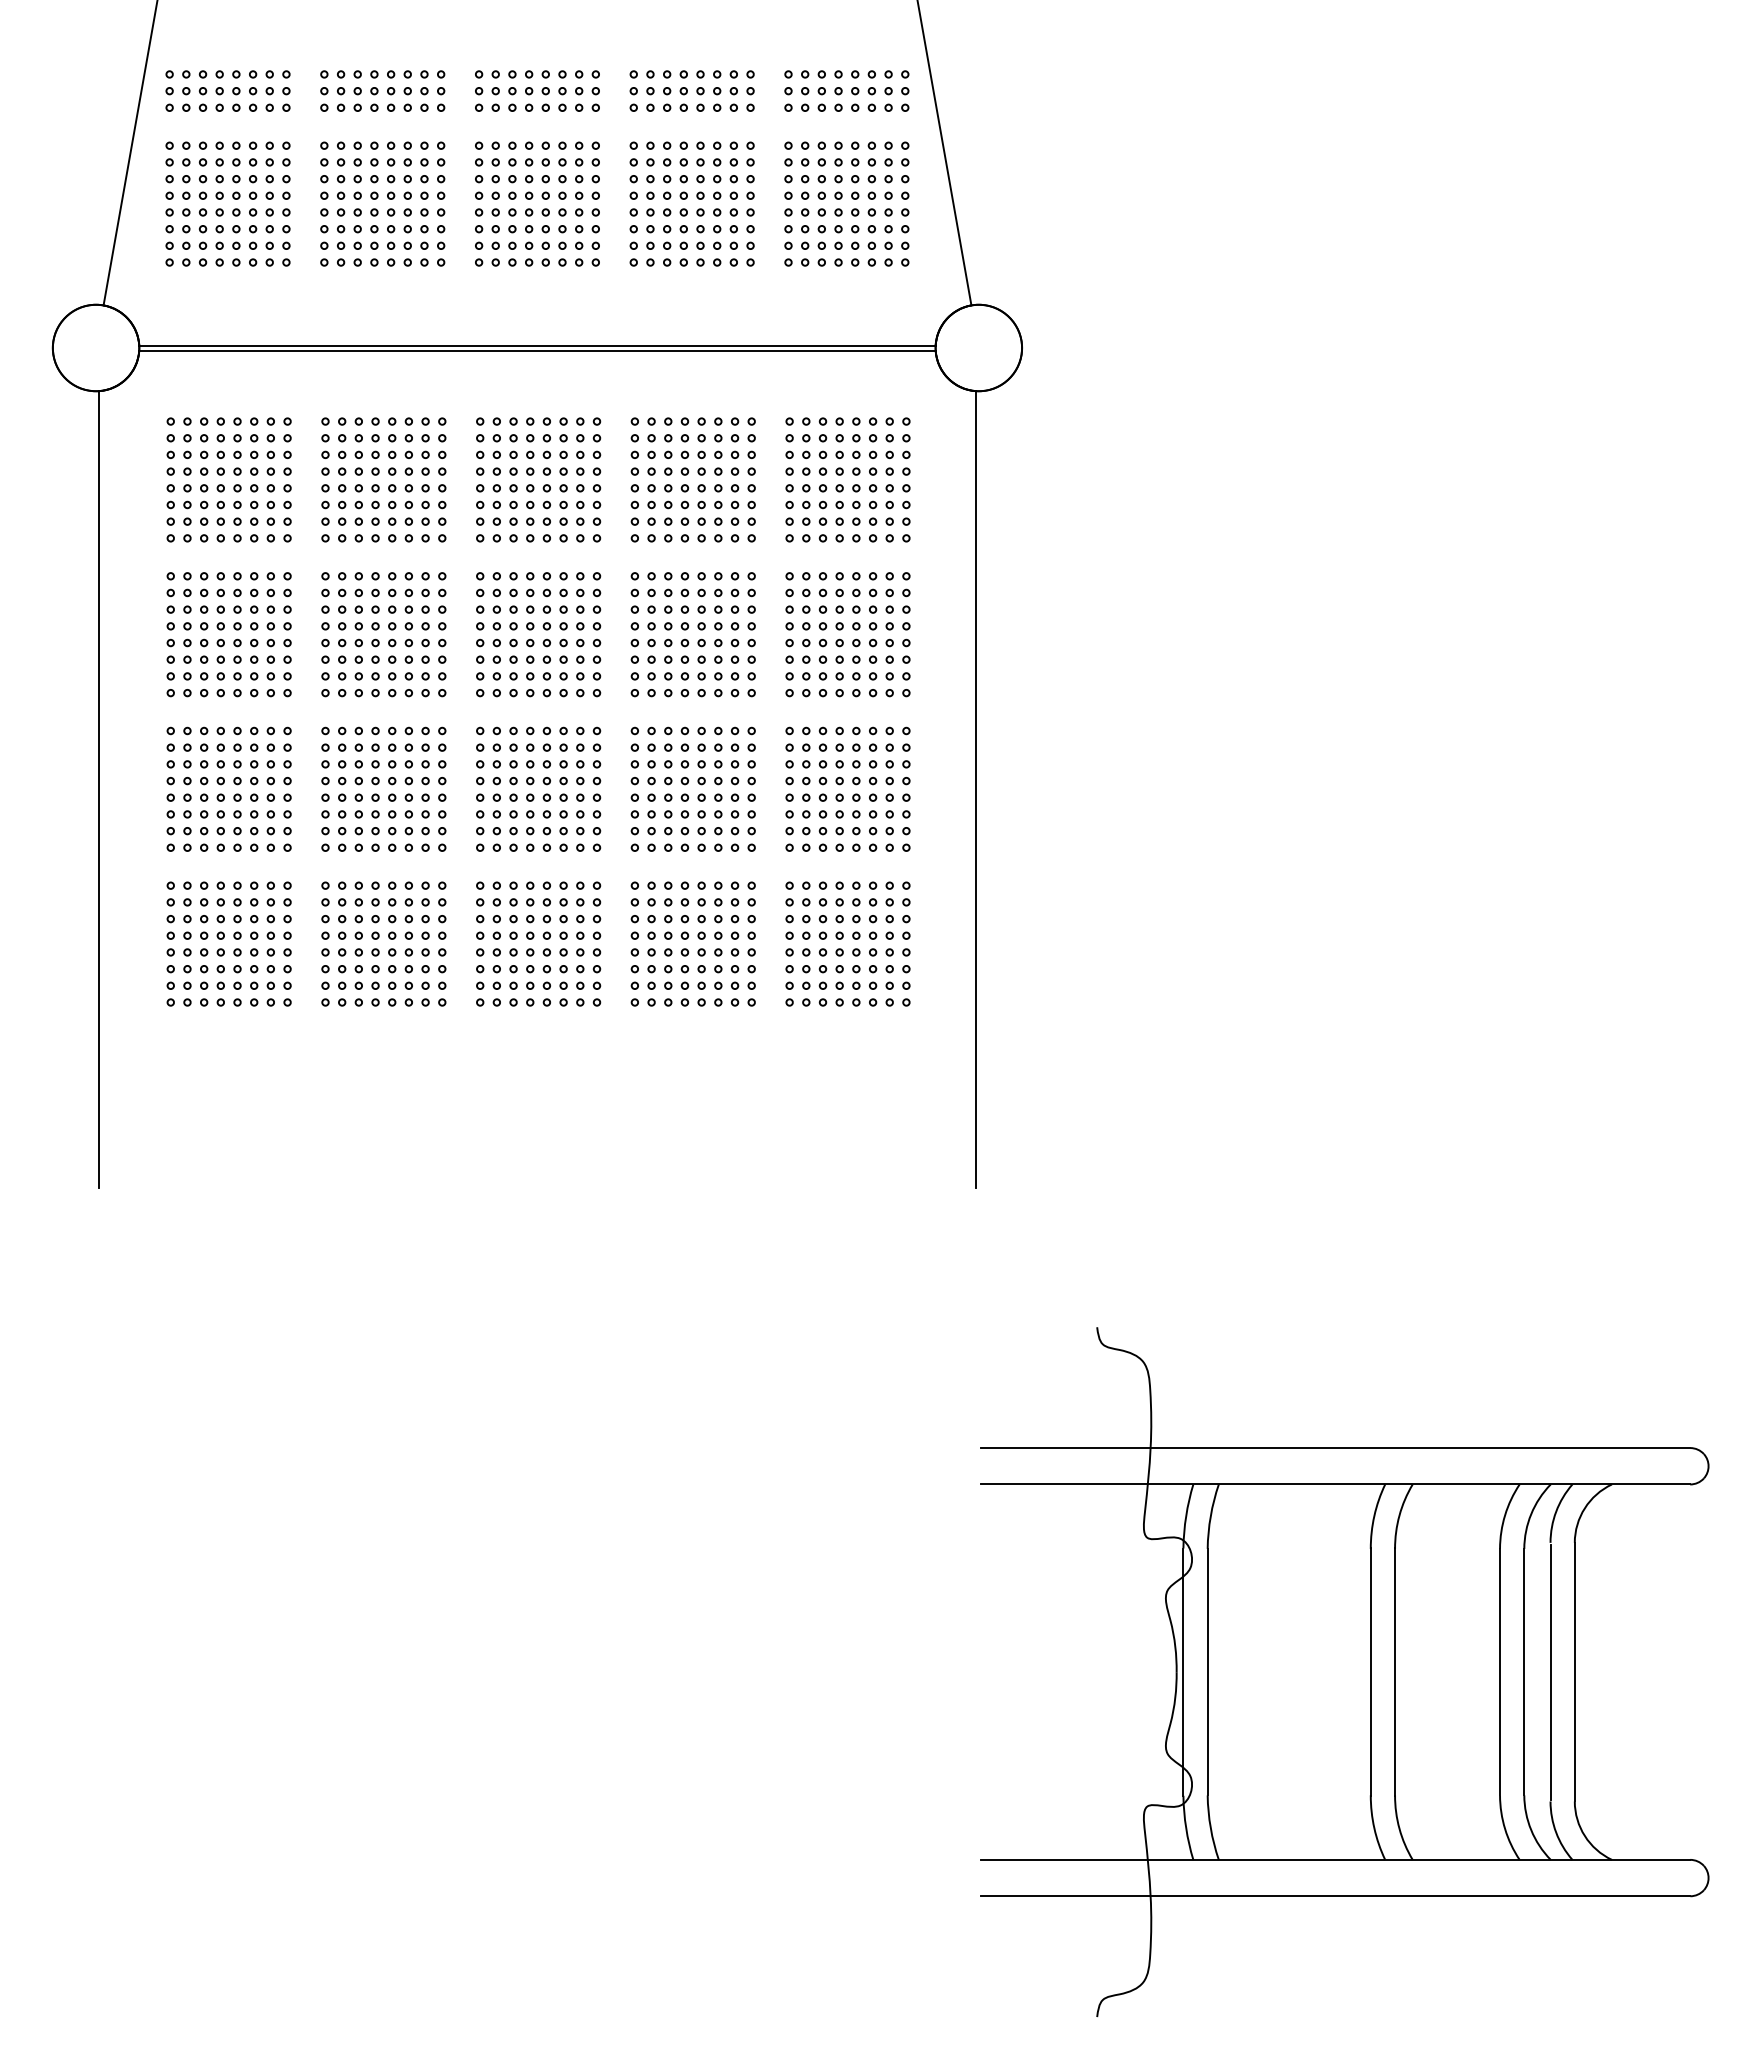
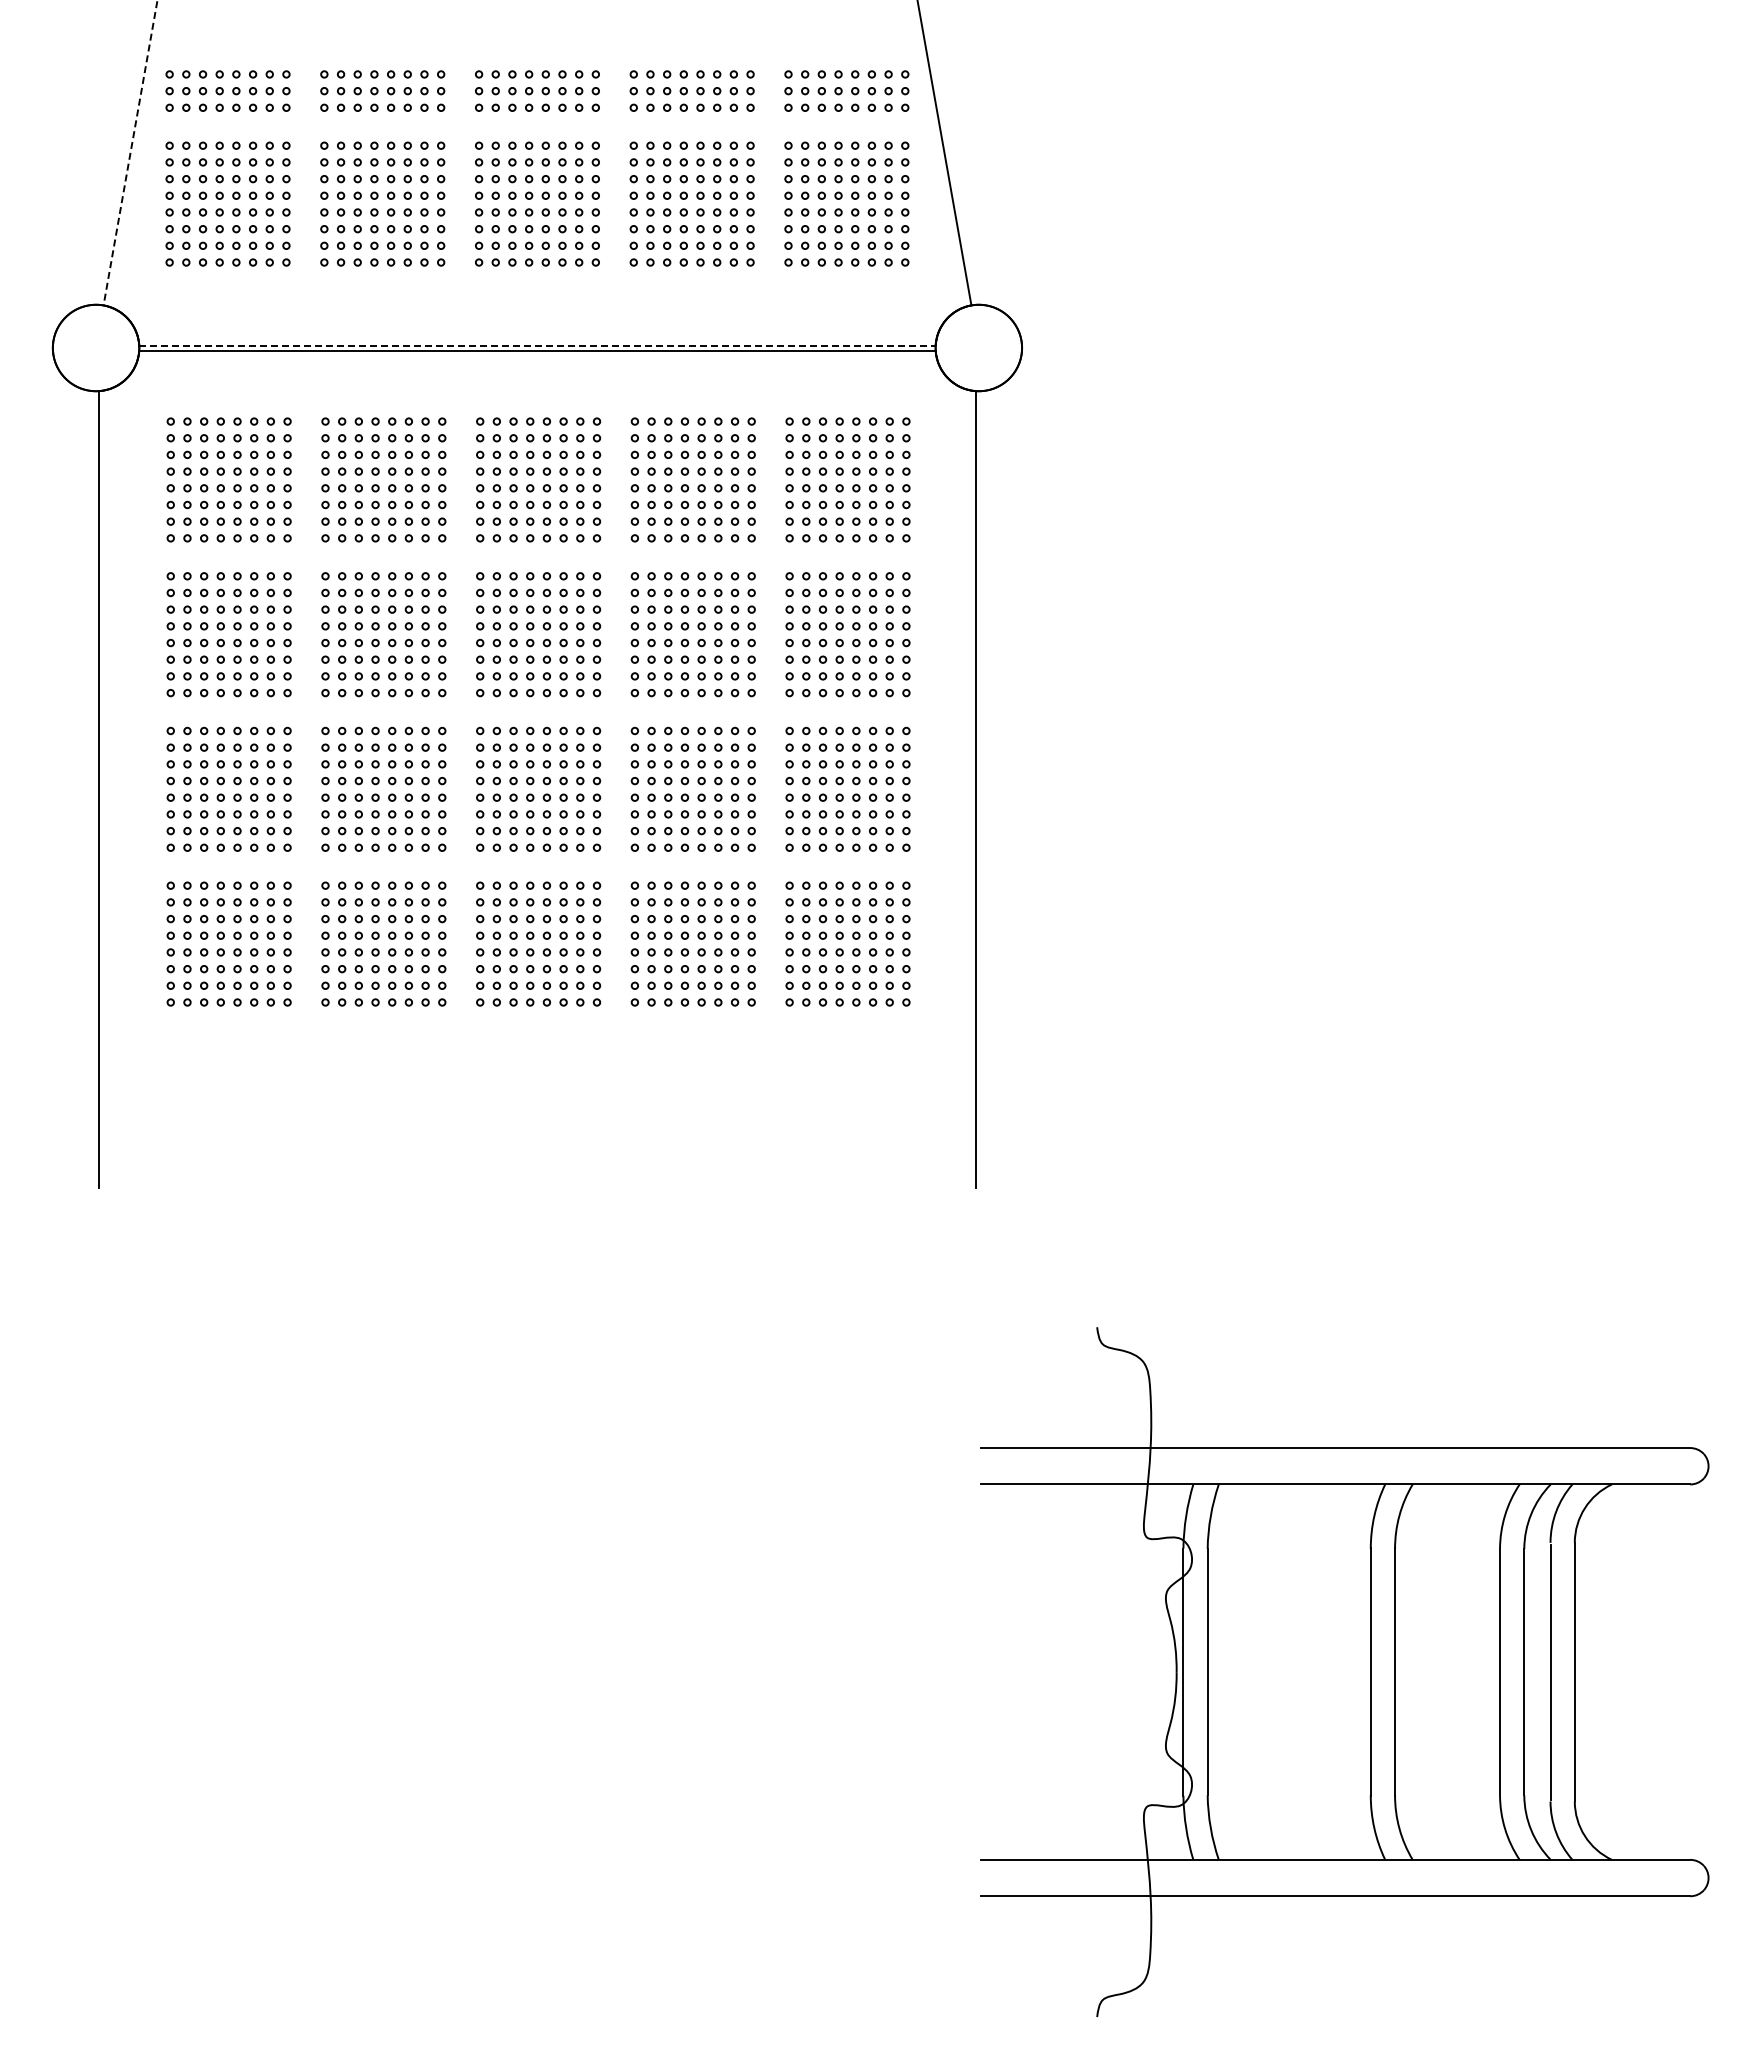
line at (130, 152): solid -> dashed
line at (538, 346): solid -> dashed
